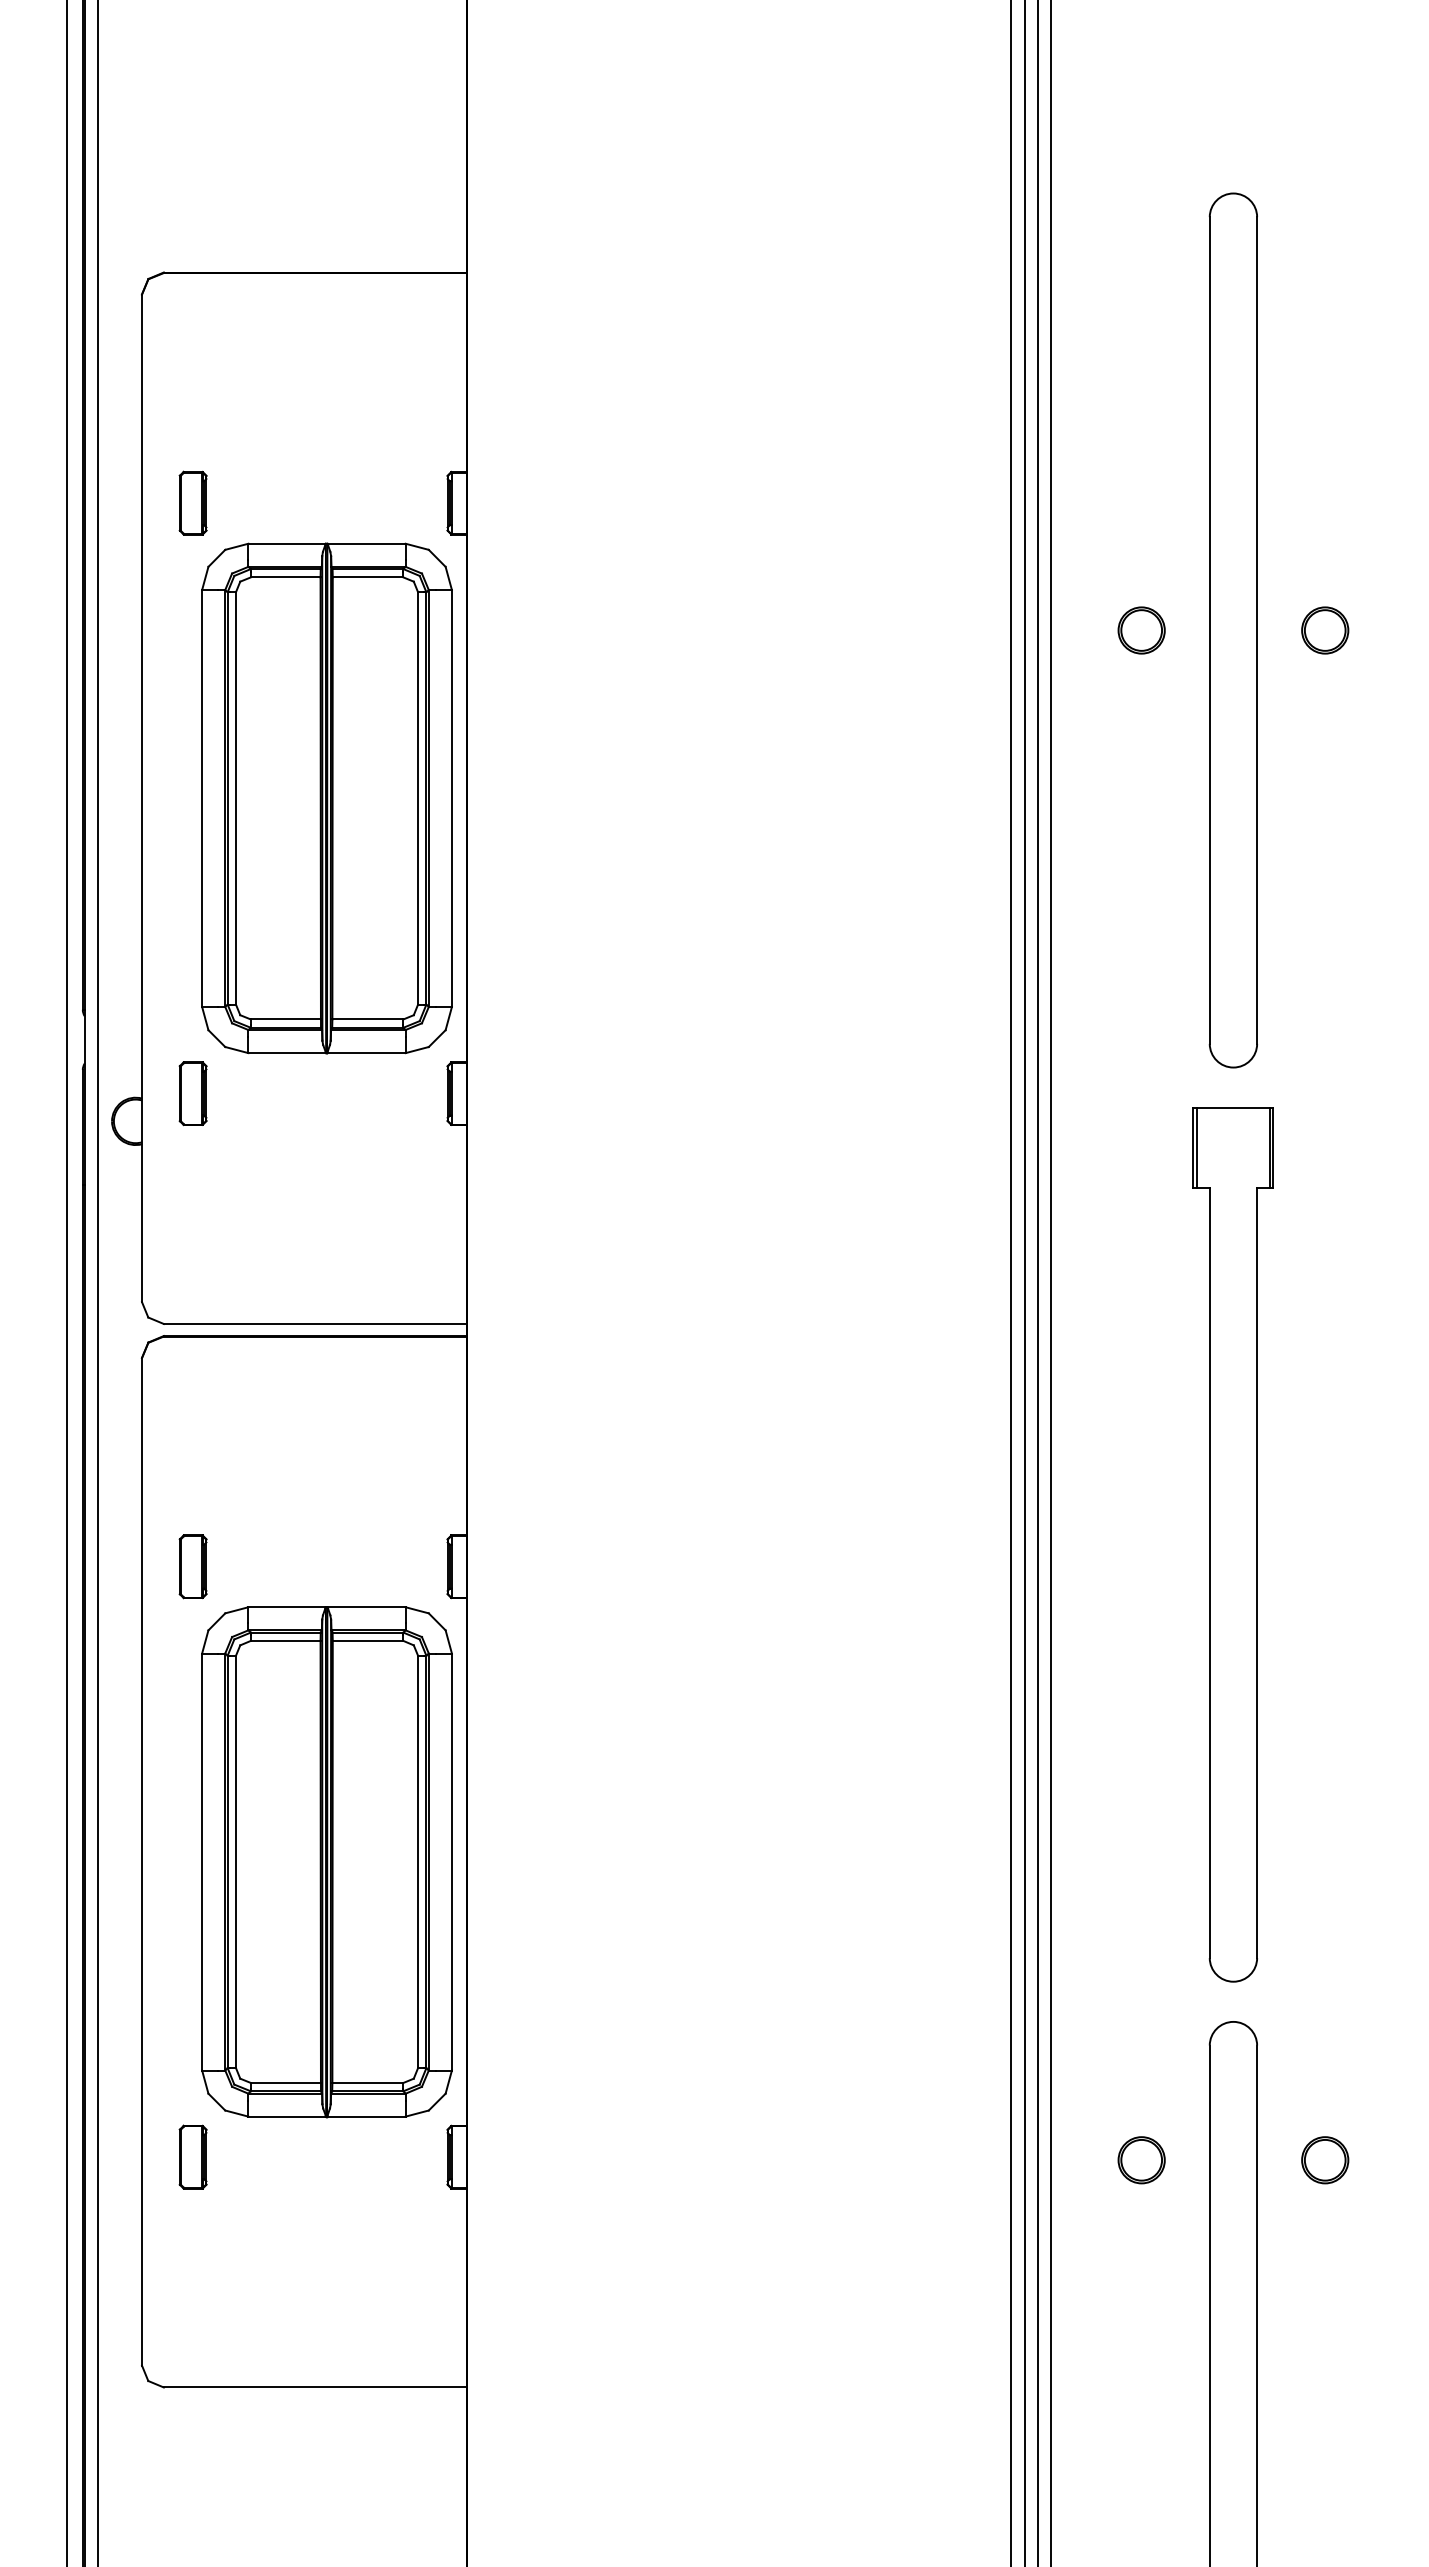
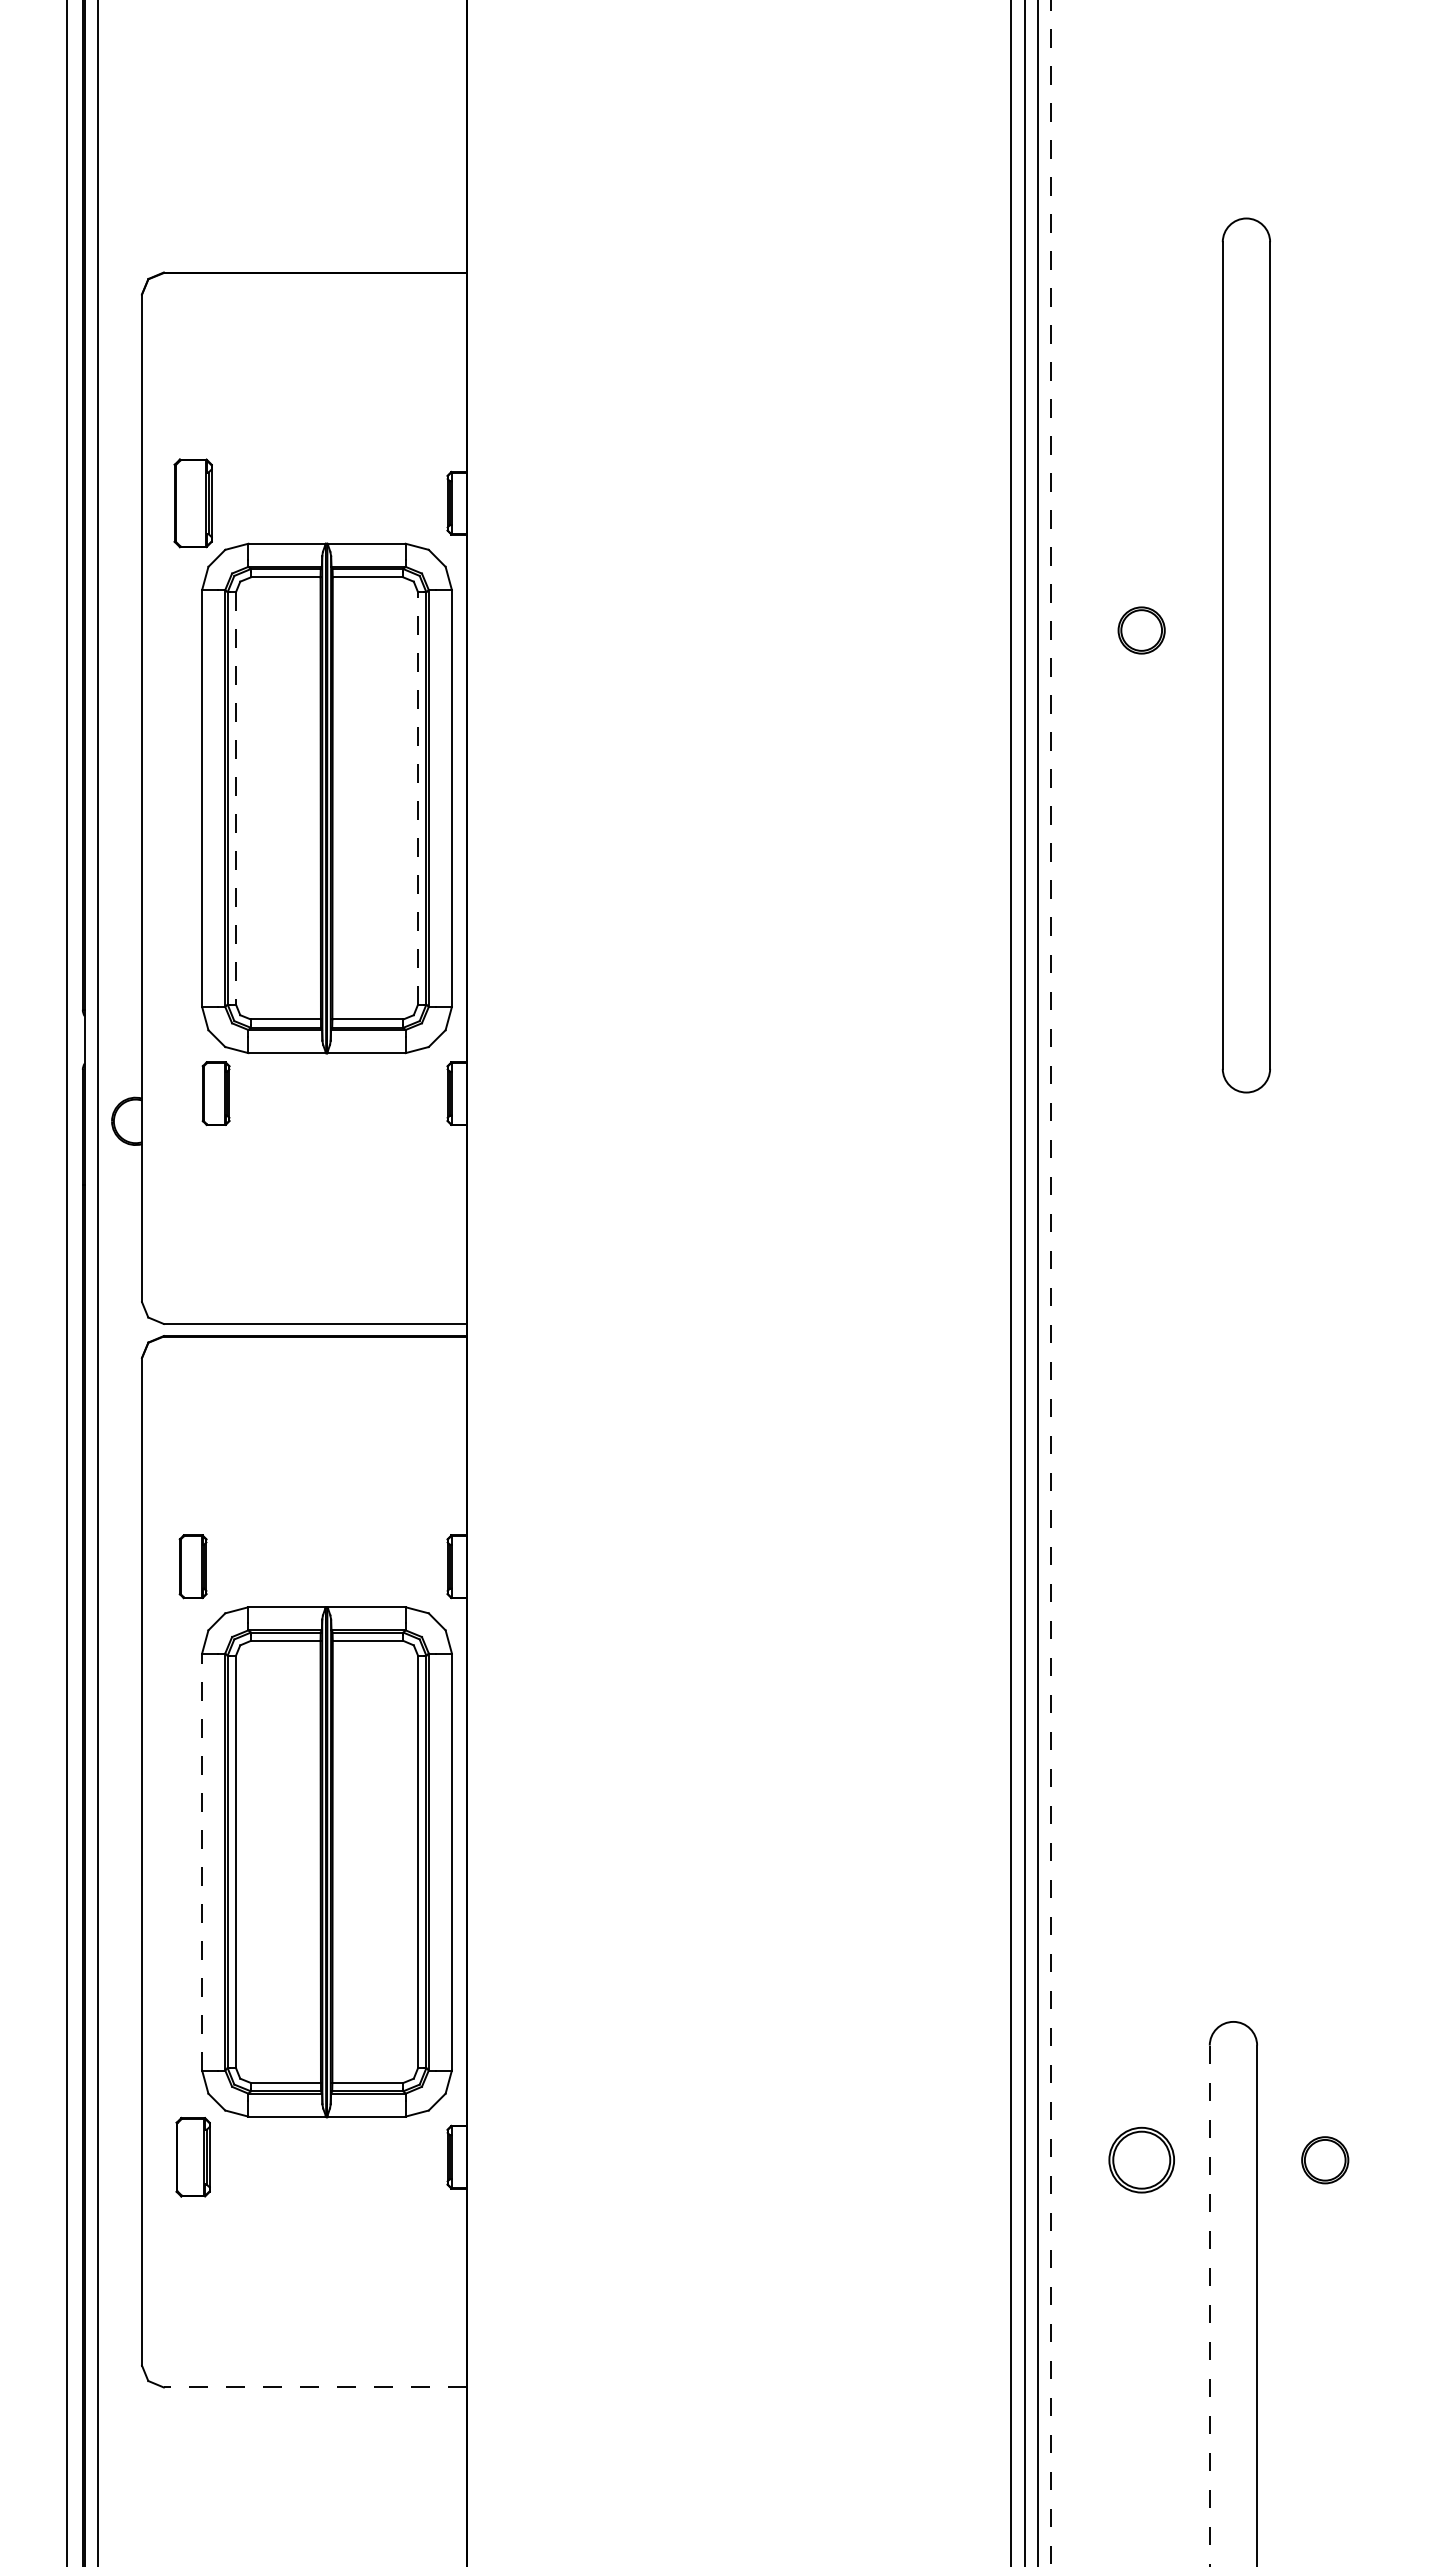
part at (192, 502) size: 30x66 px -> 40x91 px
part at (1232, 630) position: (1232, 630) -> (1245, 655)
part at (1325, 630): present -> none
line at (418, 797): solid -> dashed
line at (236, 798): solid -> dashed
part at (192, 1093) position: (192, 1093) -> (215, 1093)
line at (1051, 1283): solid -> dashed
part at (1232, 1544): present -> none
line at (202, 1862): solid -> dashed
part at (192, 2156) size: 30x66 px -> 36x82 px
part at (1141, 2160) size: 49x49 px -> 67x68 px
line at (1209, 2306): solid -> dashed
line at (315, 2387): solid -> dashed
